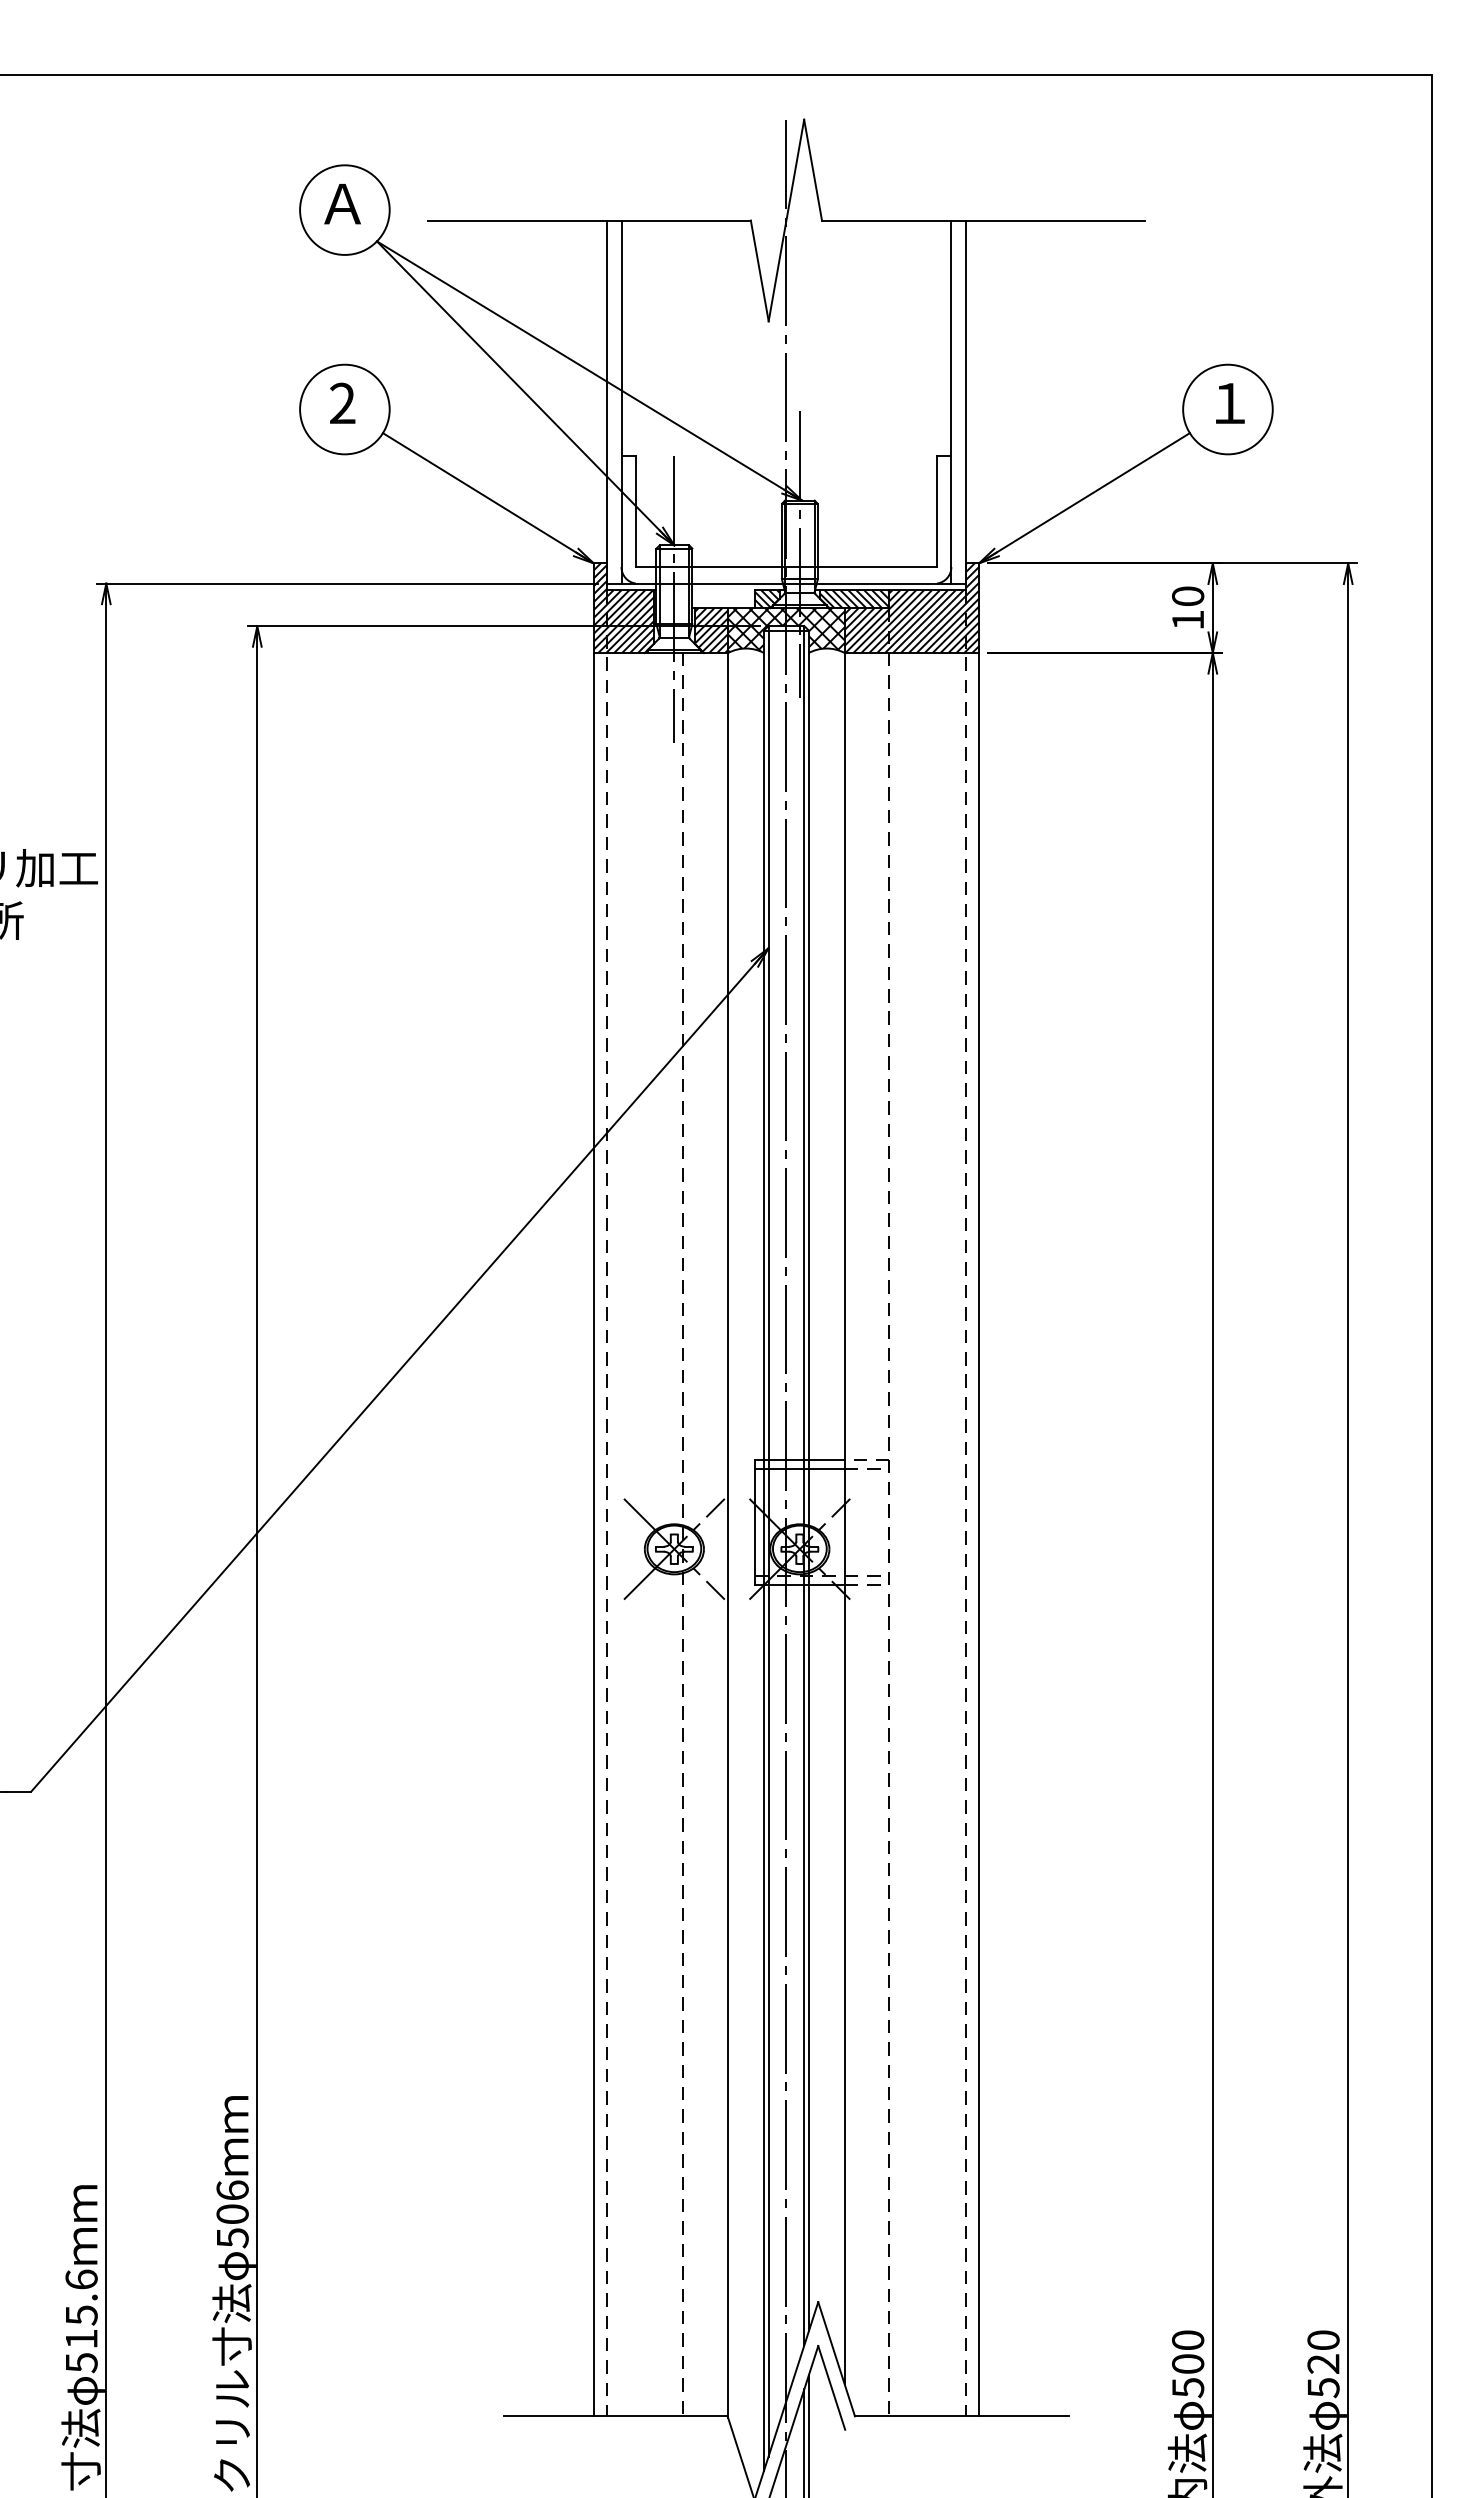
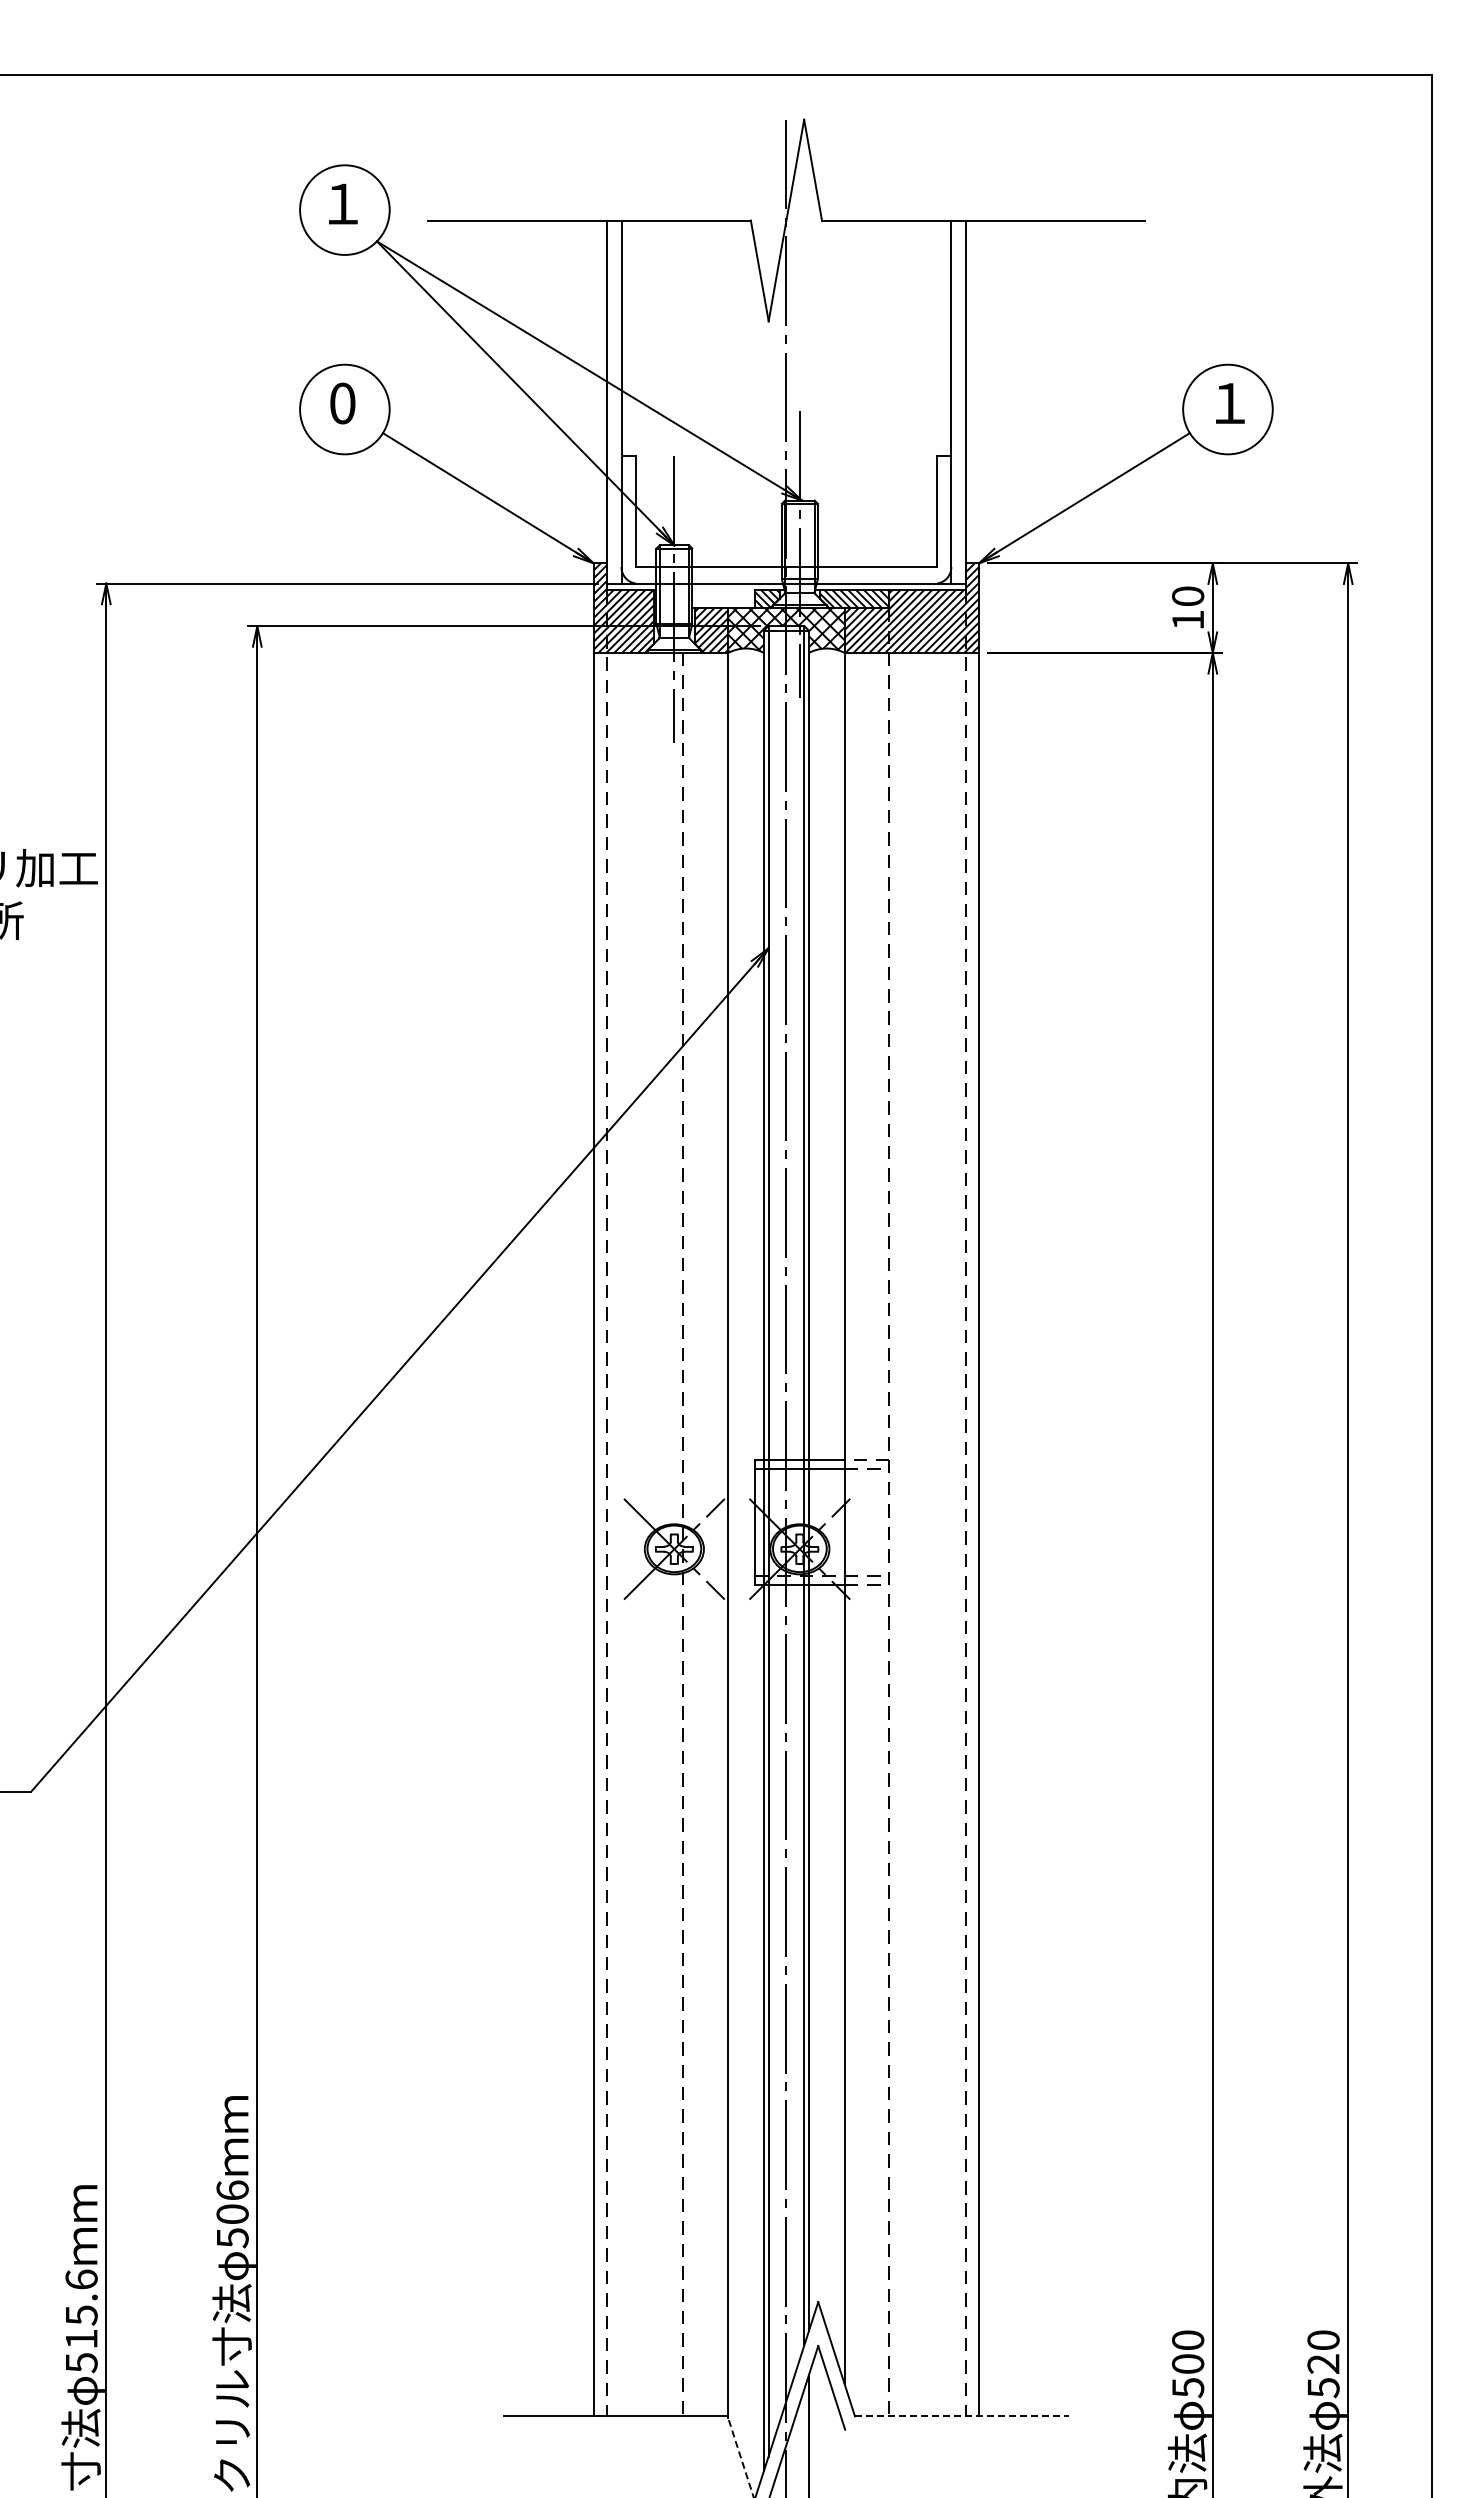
text at (342, 203): Ａ -> １
text at (342, 403): 2 -> 0
line at (961, 2416): solid -> dashed
line at (804, 2441): present -> none
line at (740, 2456): solid -> dashed
